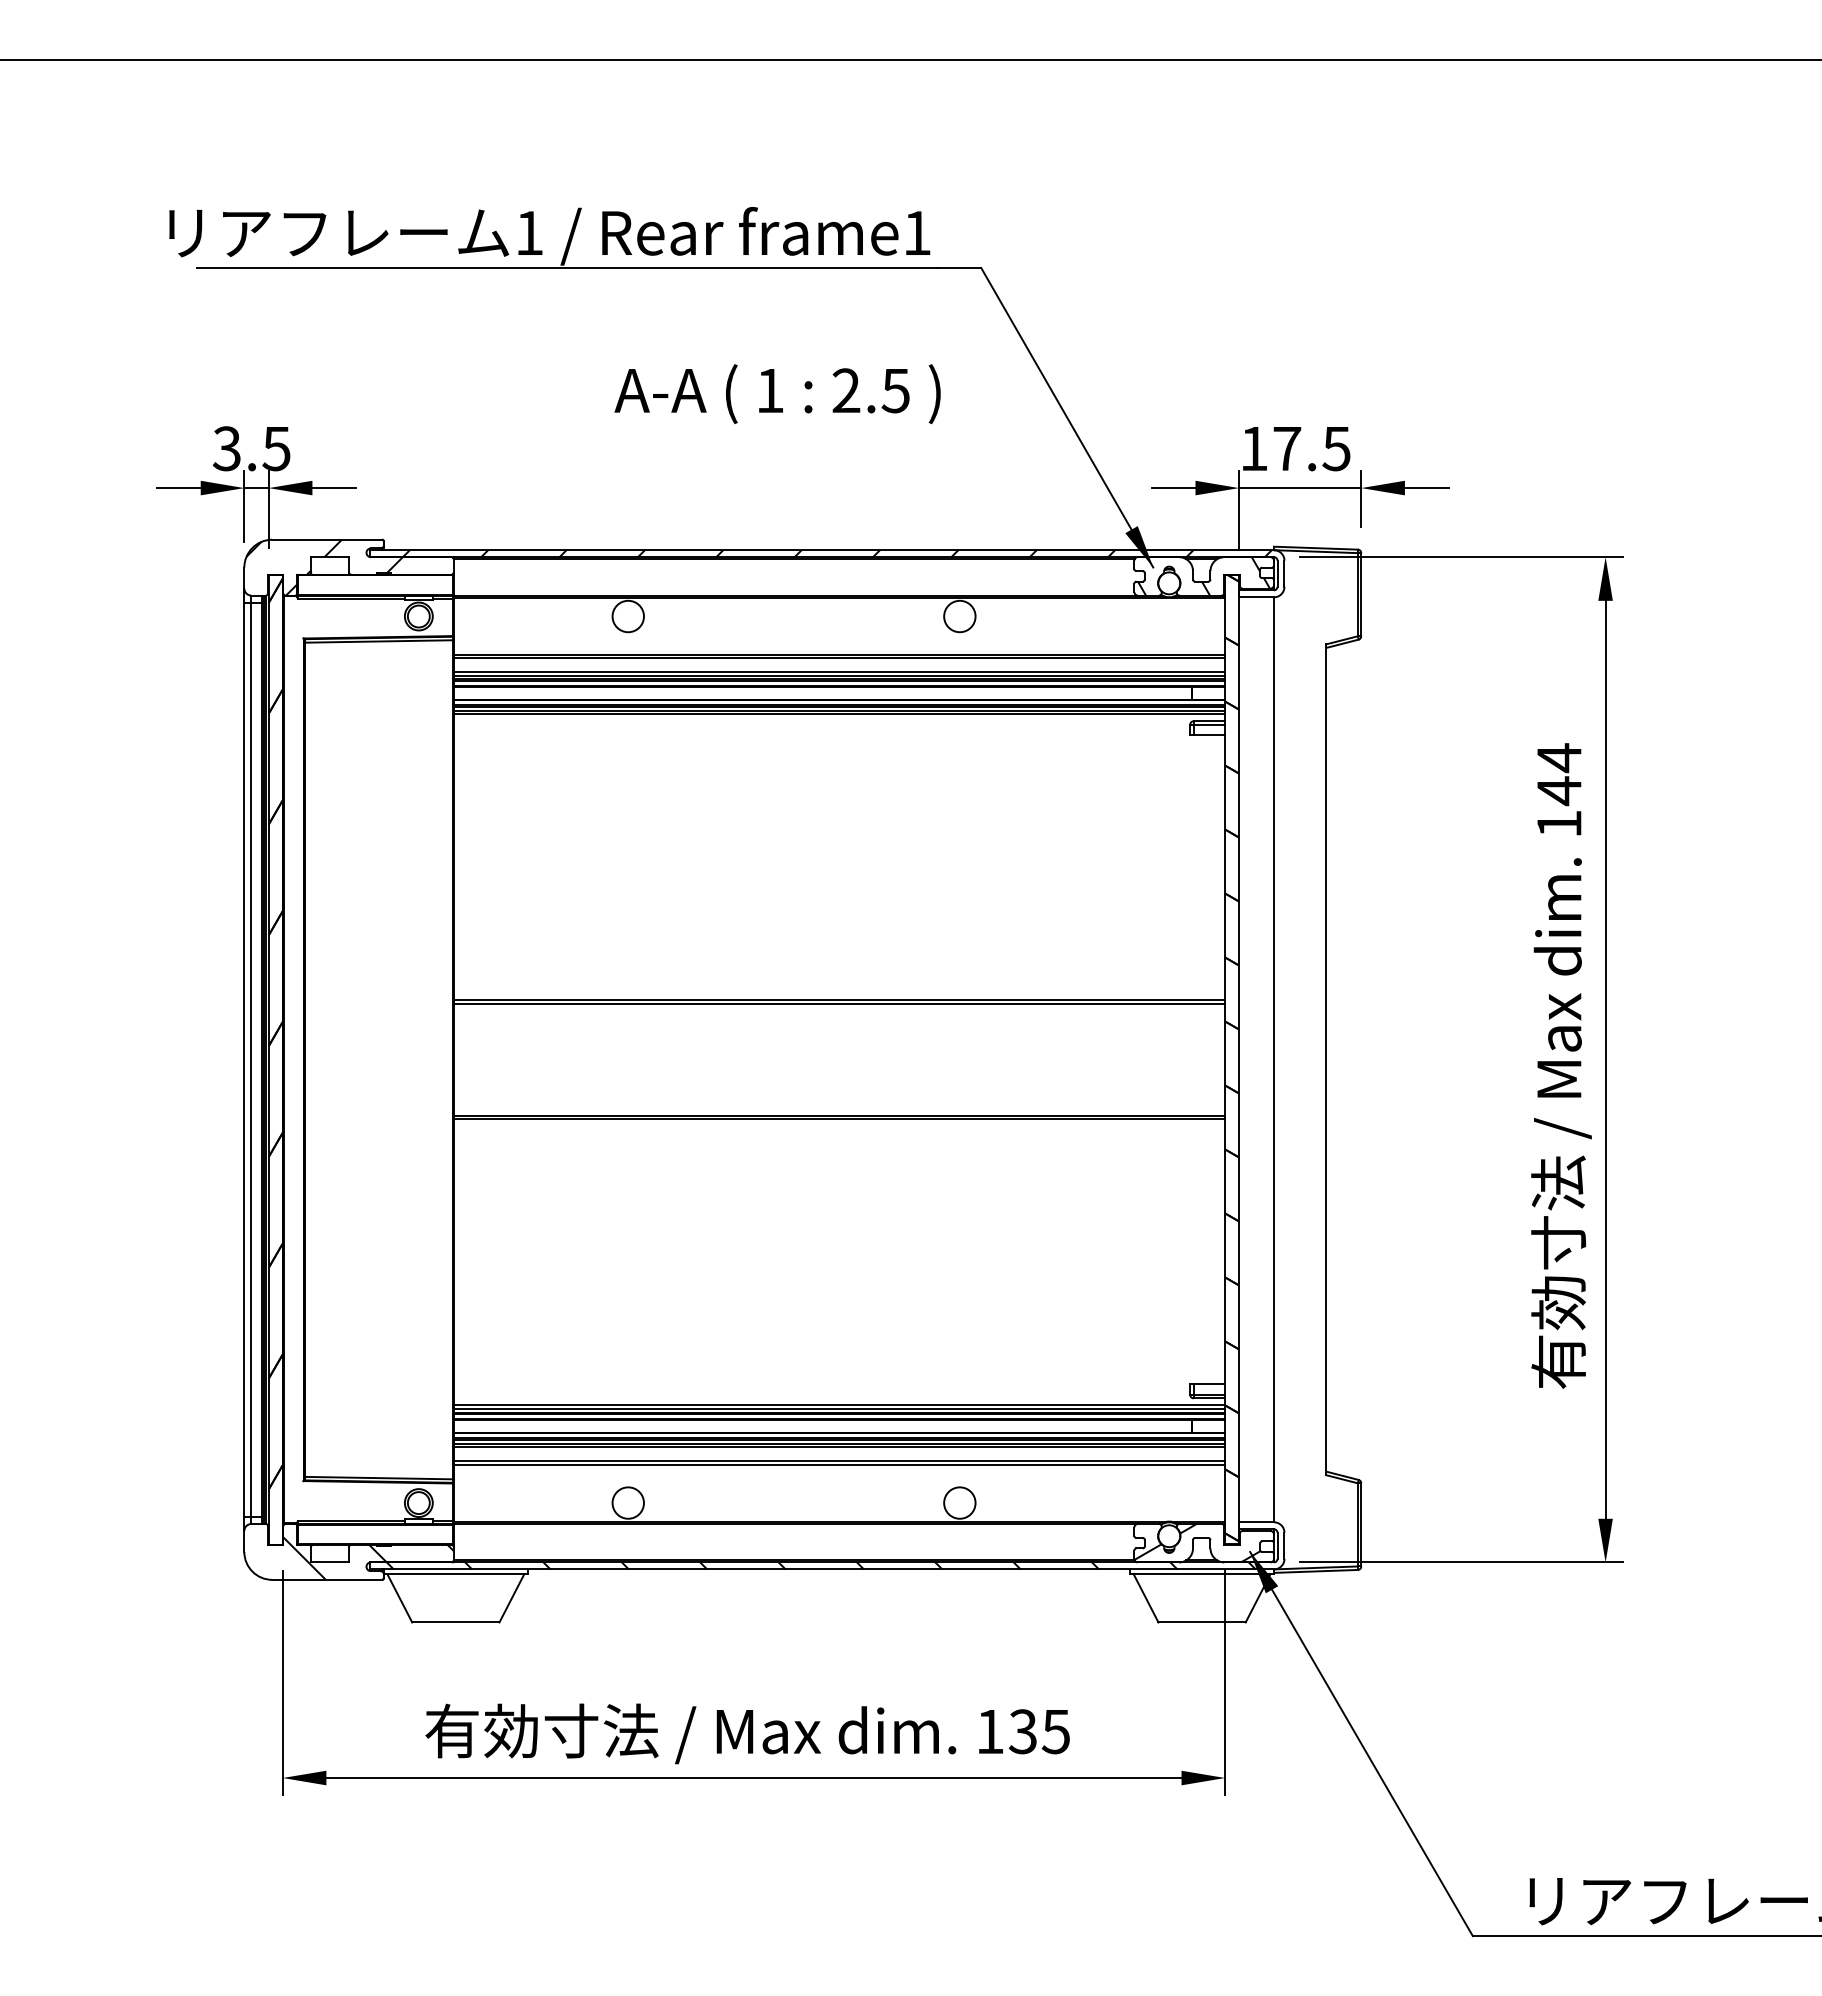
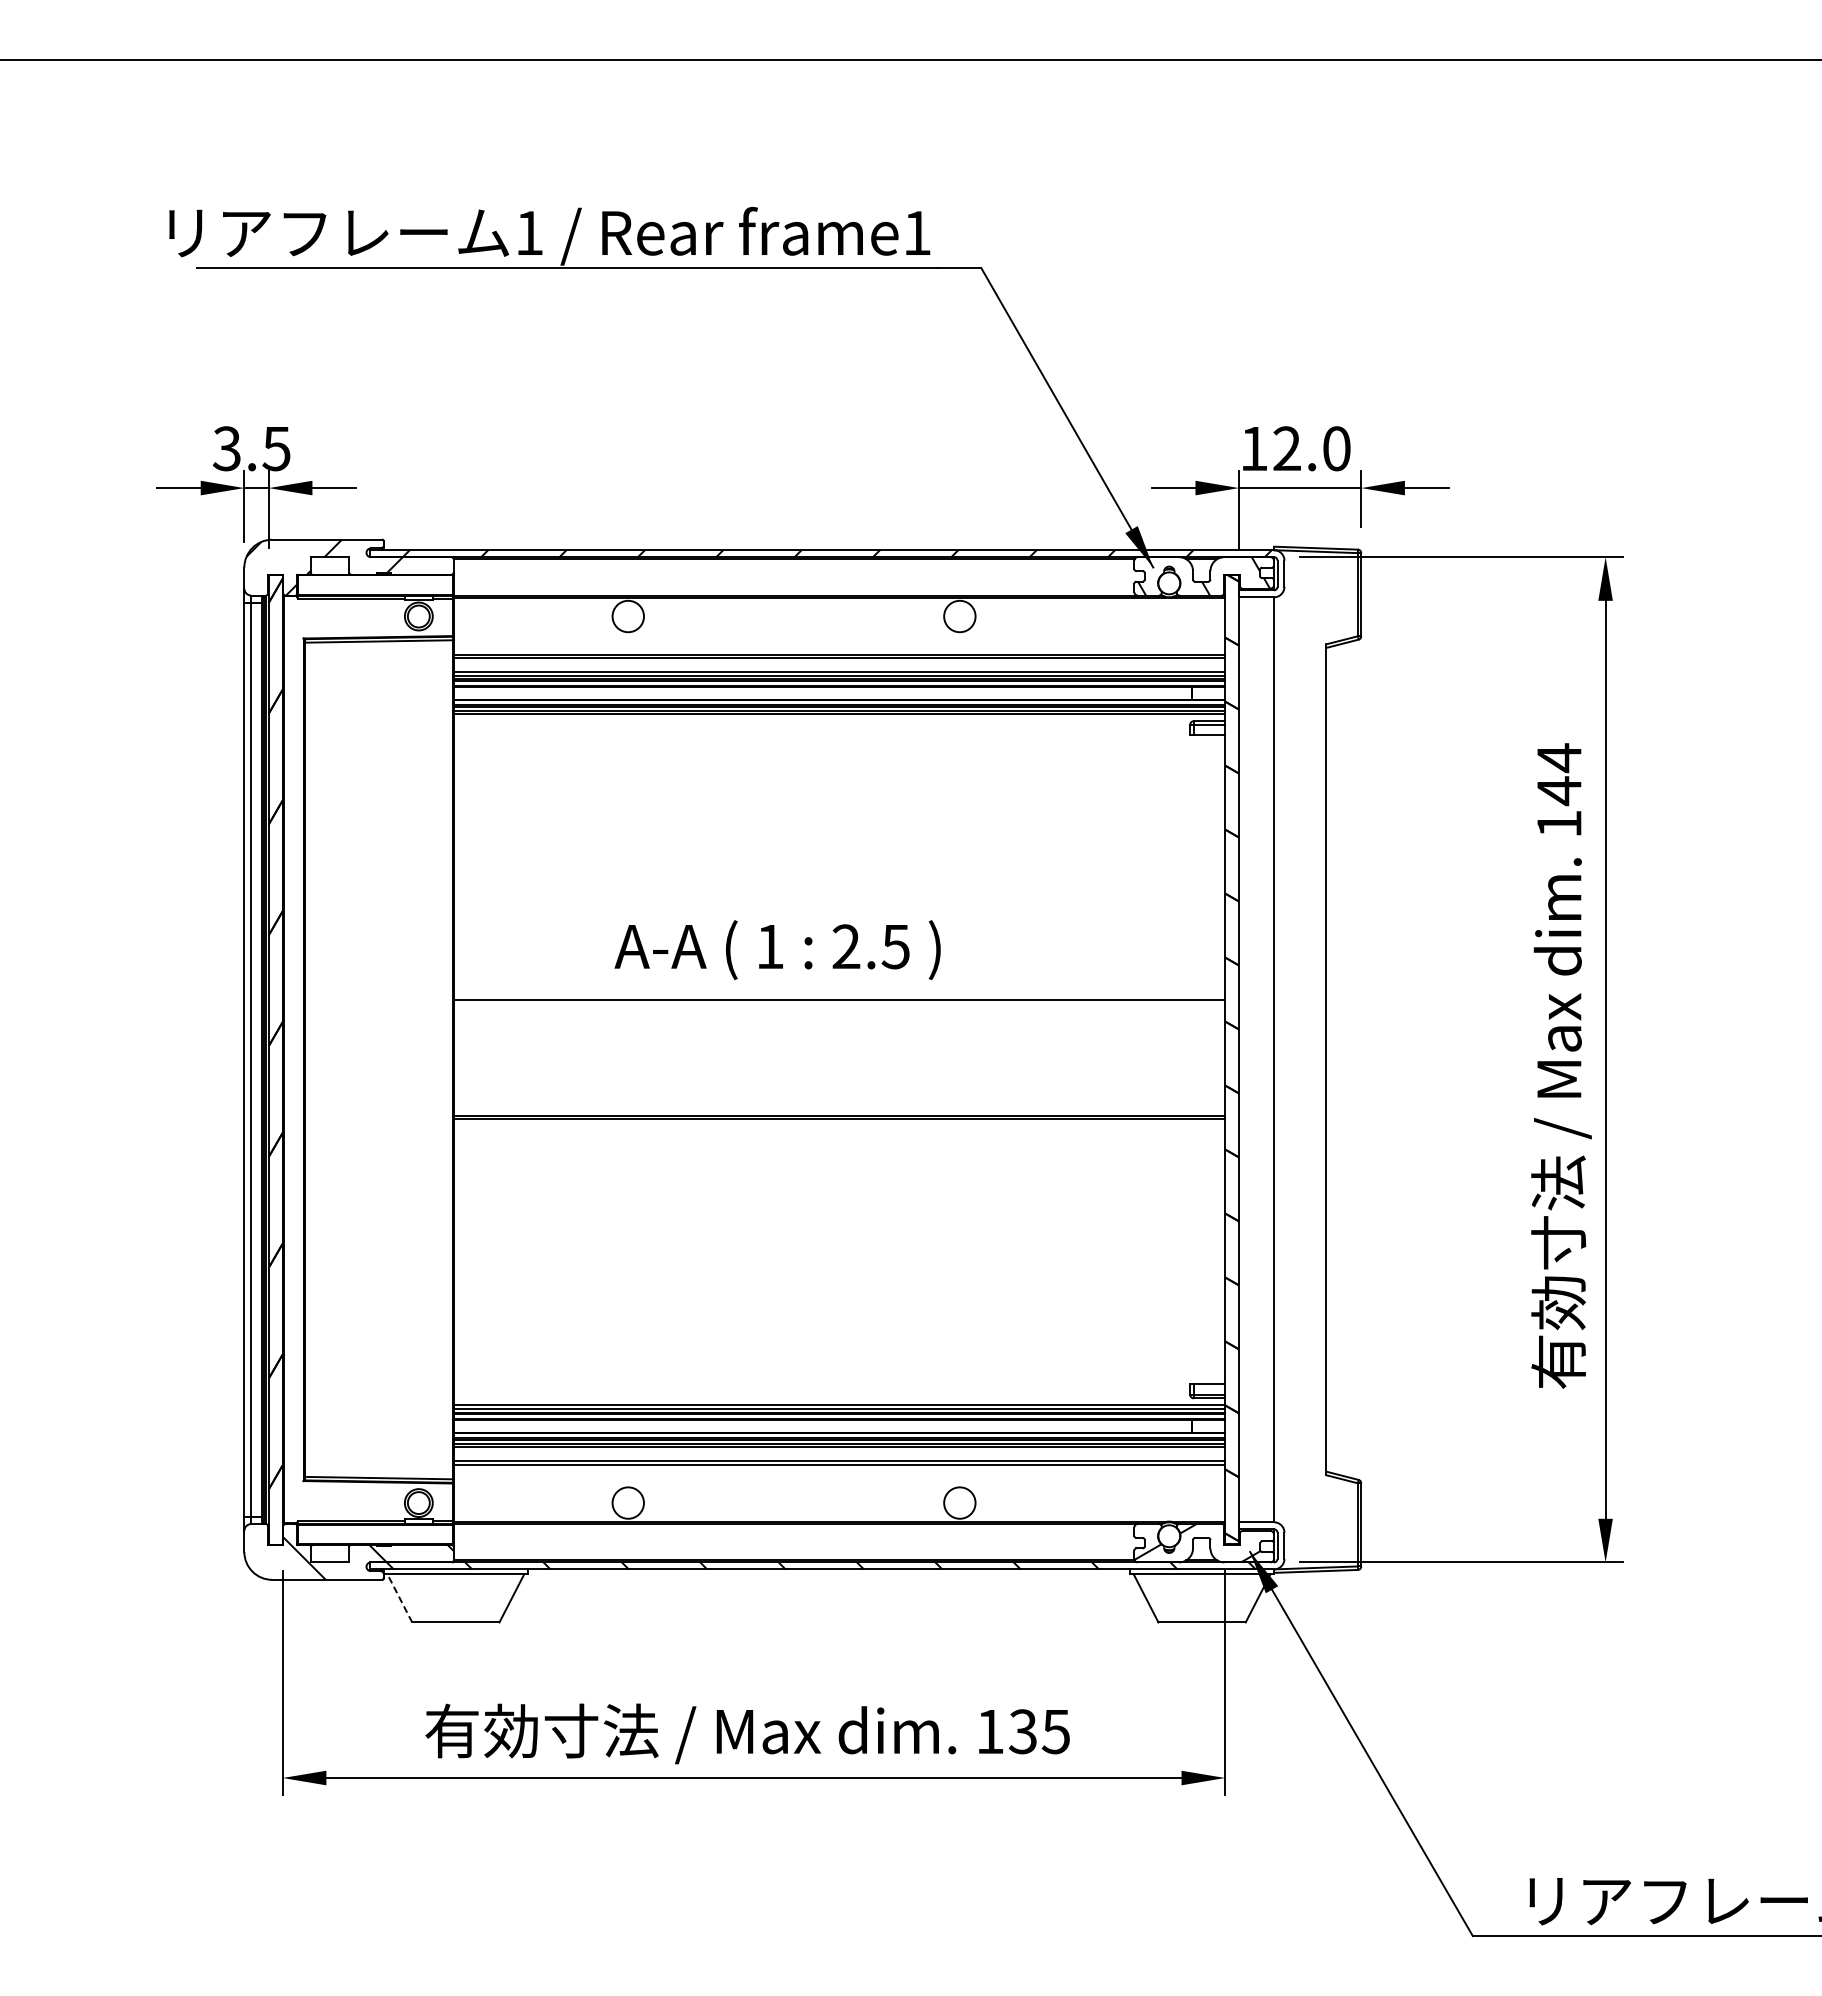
text at (777, 393) position: (777, 393) -> (777, 949)
text at (1311, 448): 17.5 -> 12.0
line at (839, 1003): present -> none
line at (399, 1597): solid -> dashed
